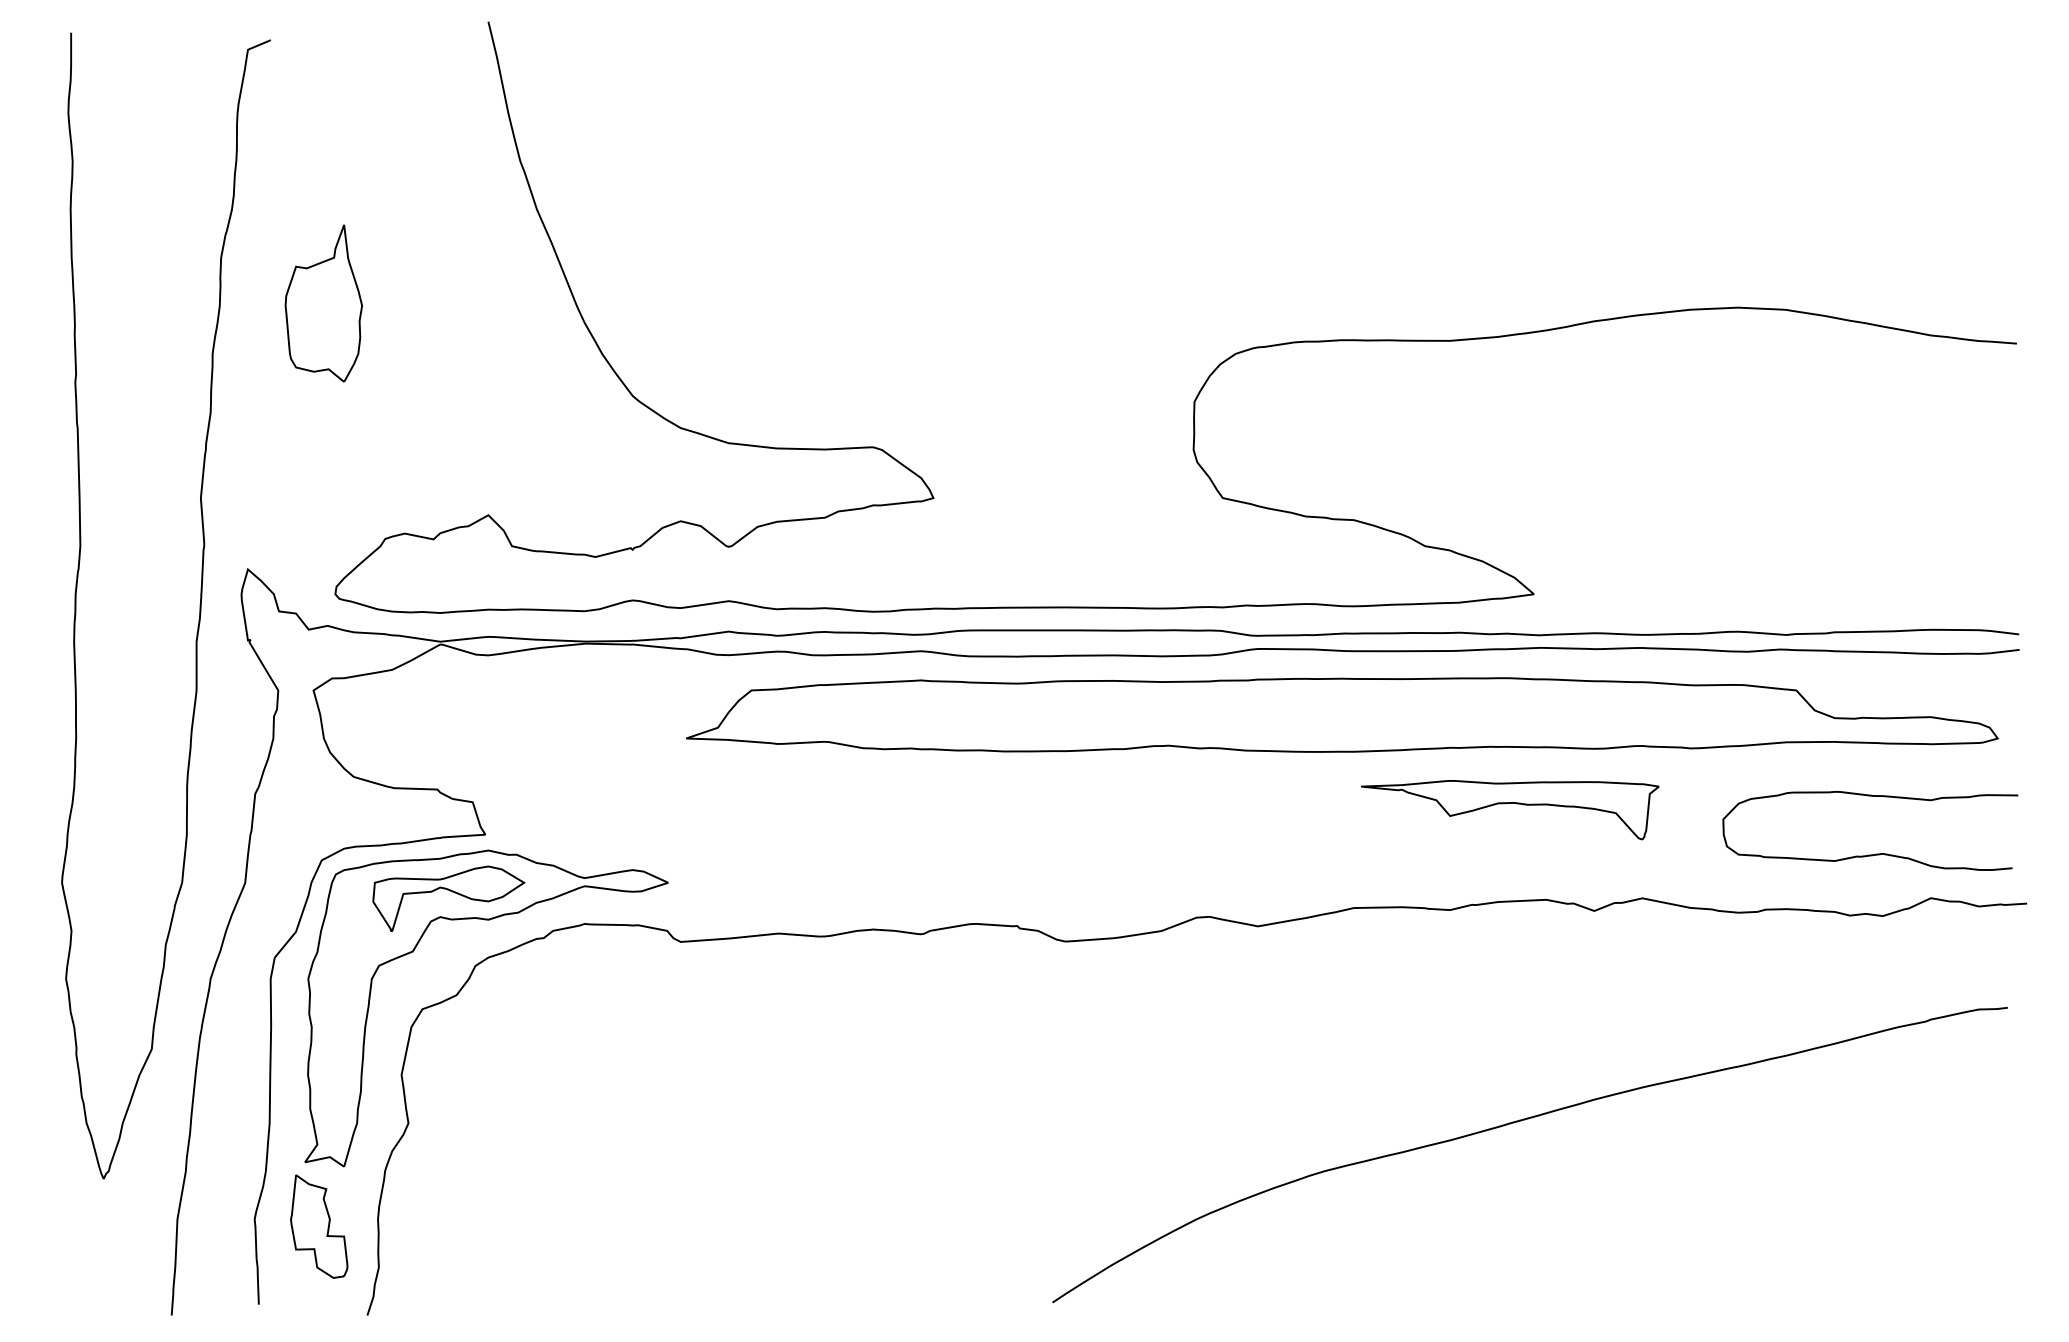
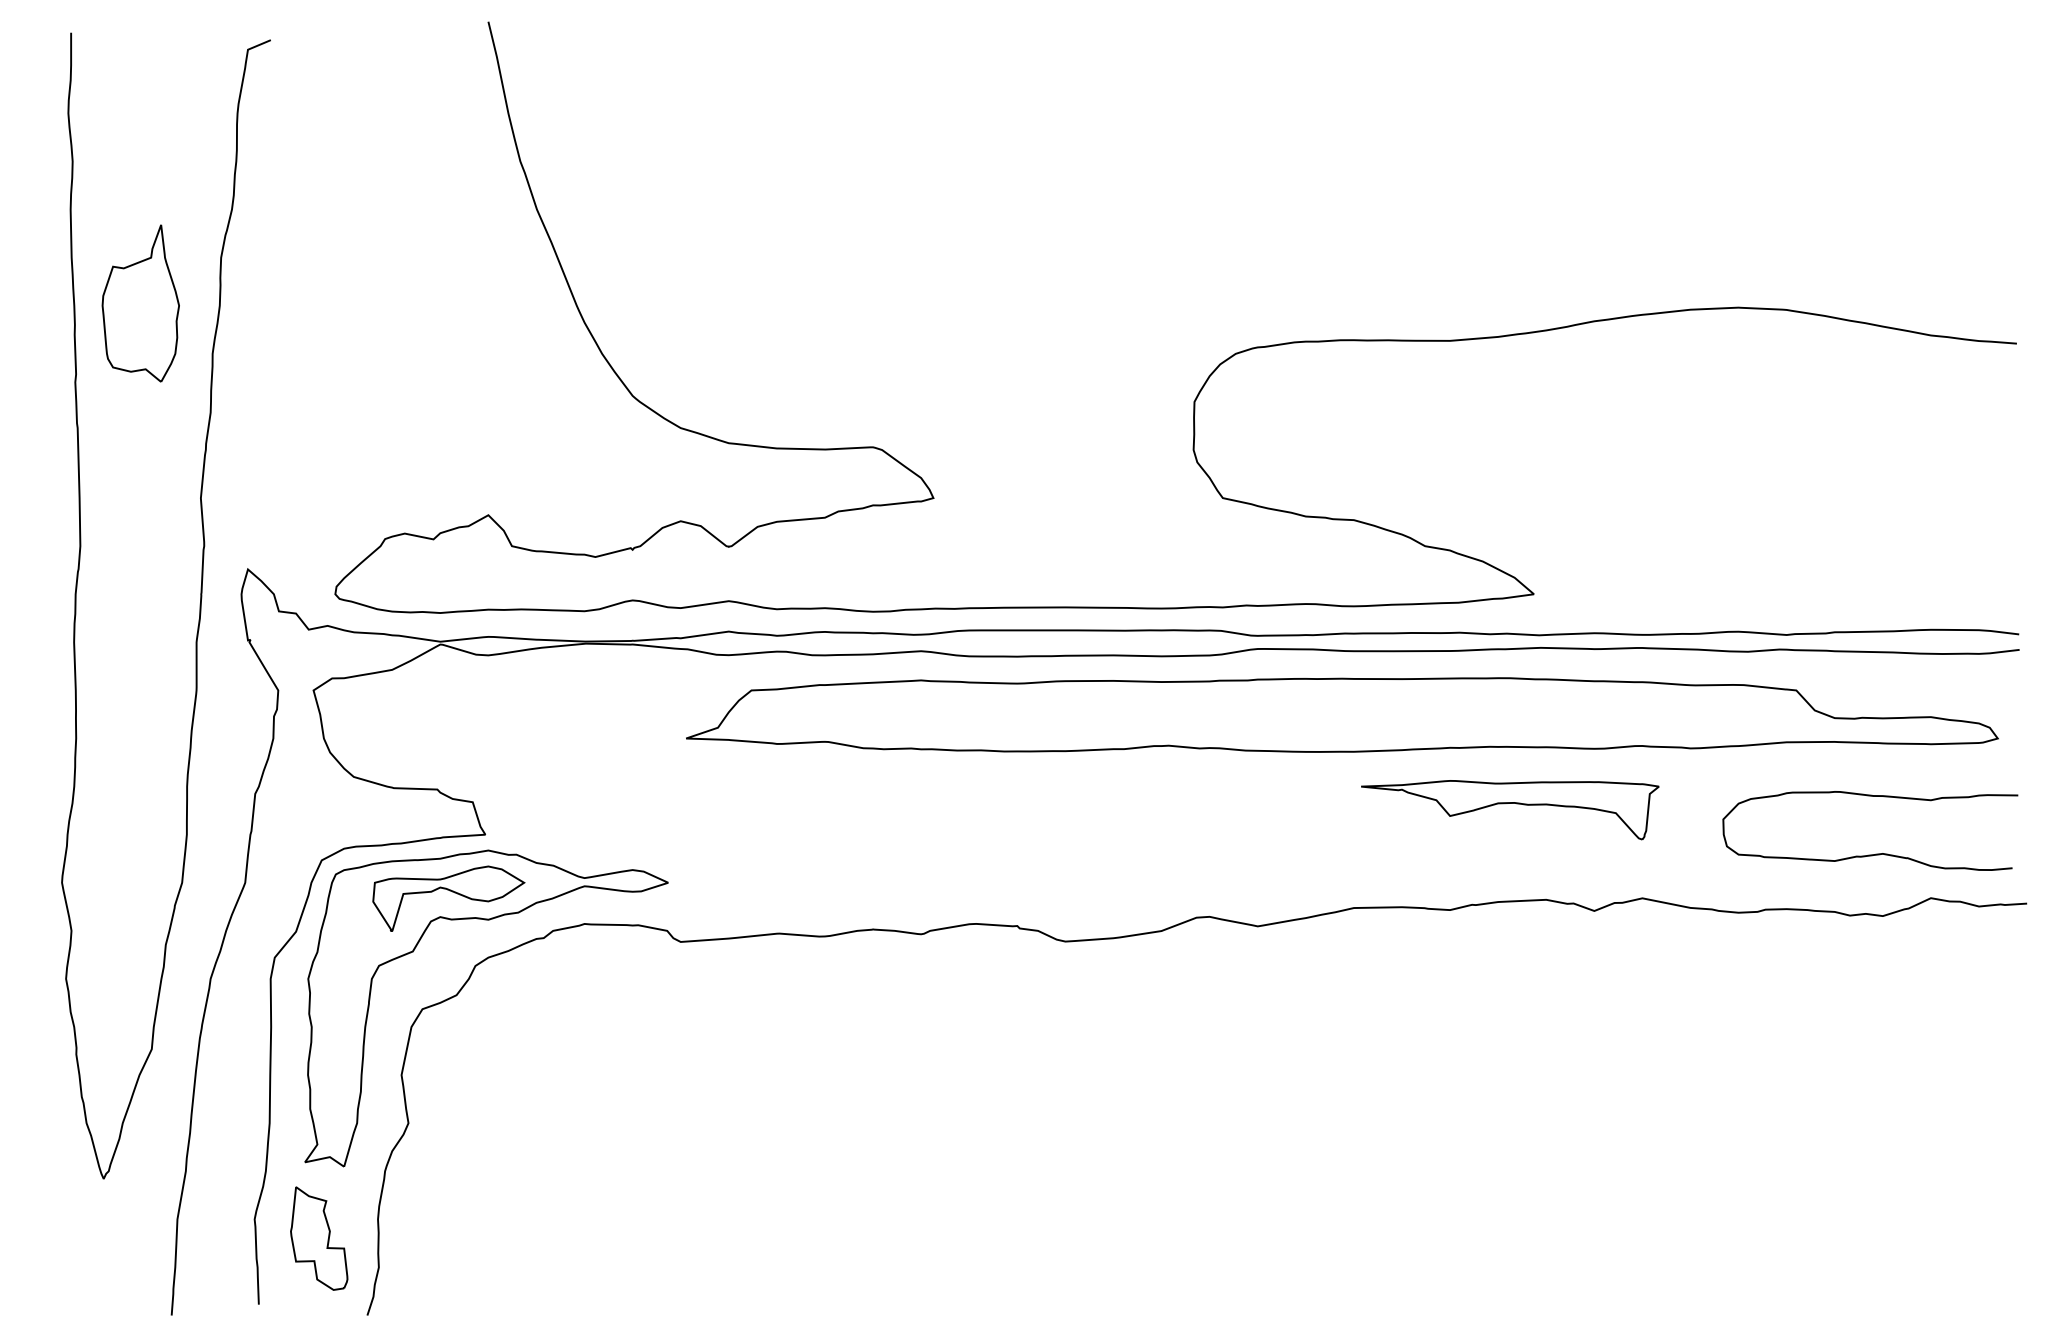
part at (323, 303) position: (323, 303) -> (140, 303)
curve at (1521, 1121): present -> none
part at (319, 1226) position: (319, 1226) -> (319, 1238)
